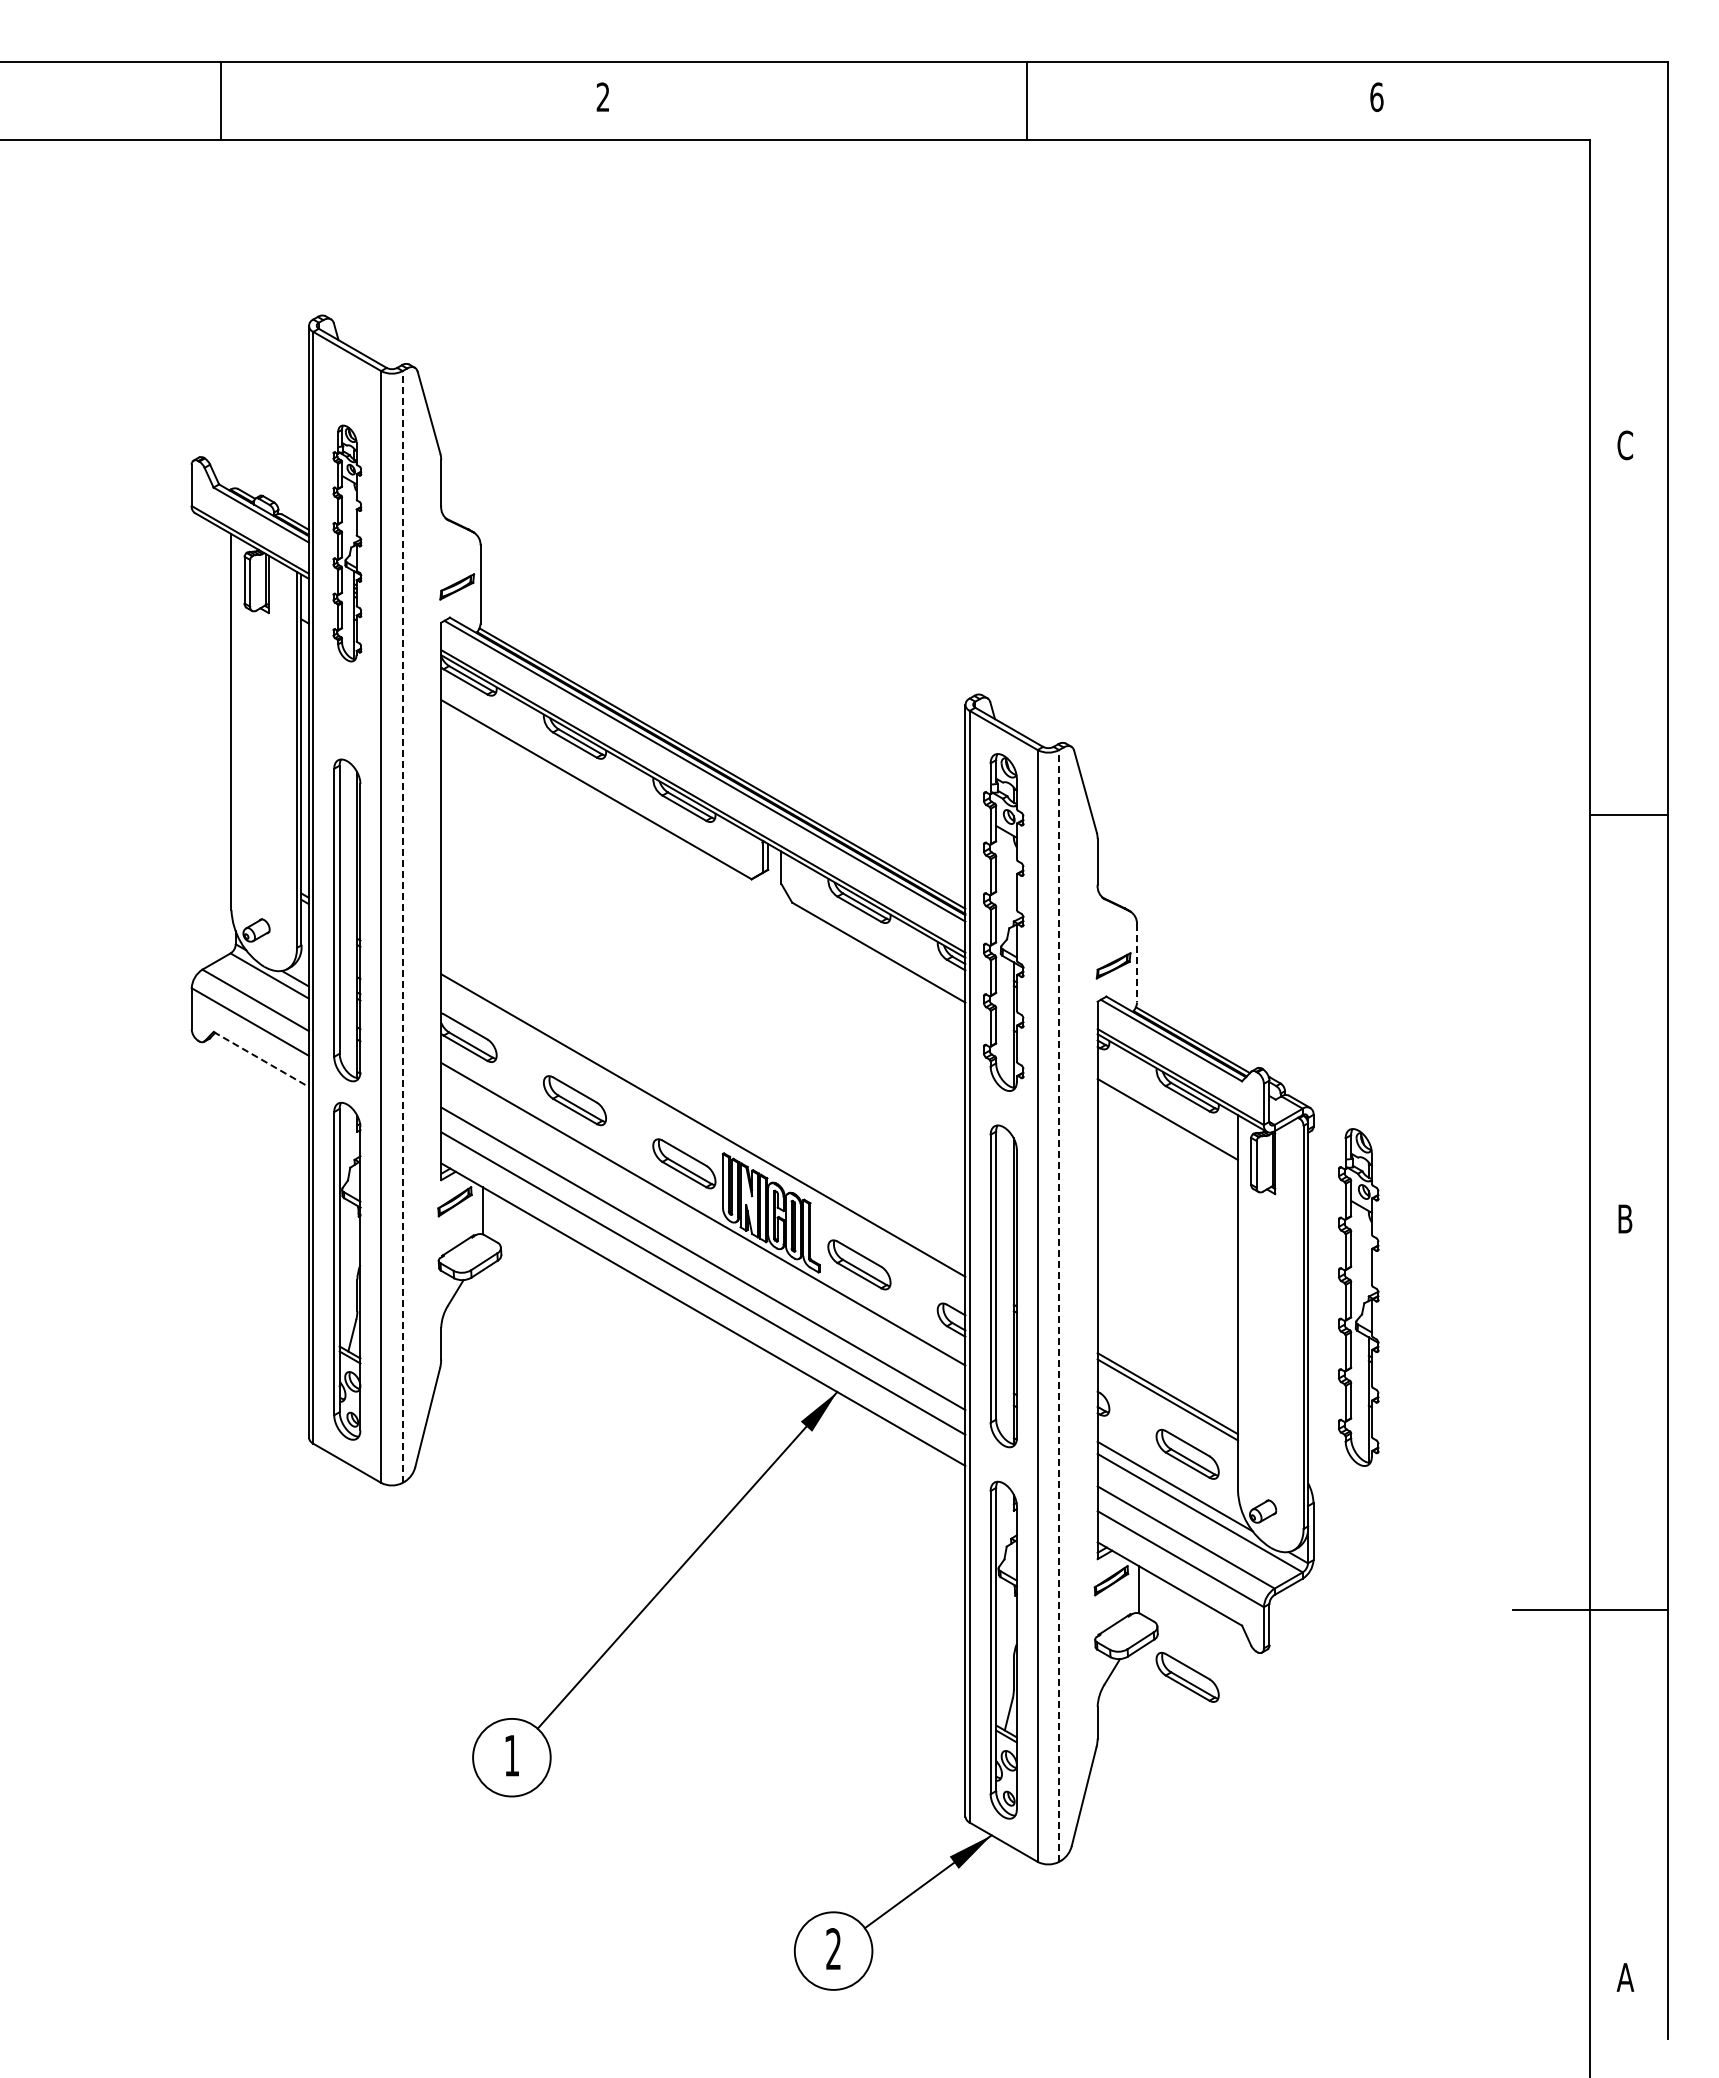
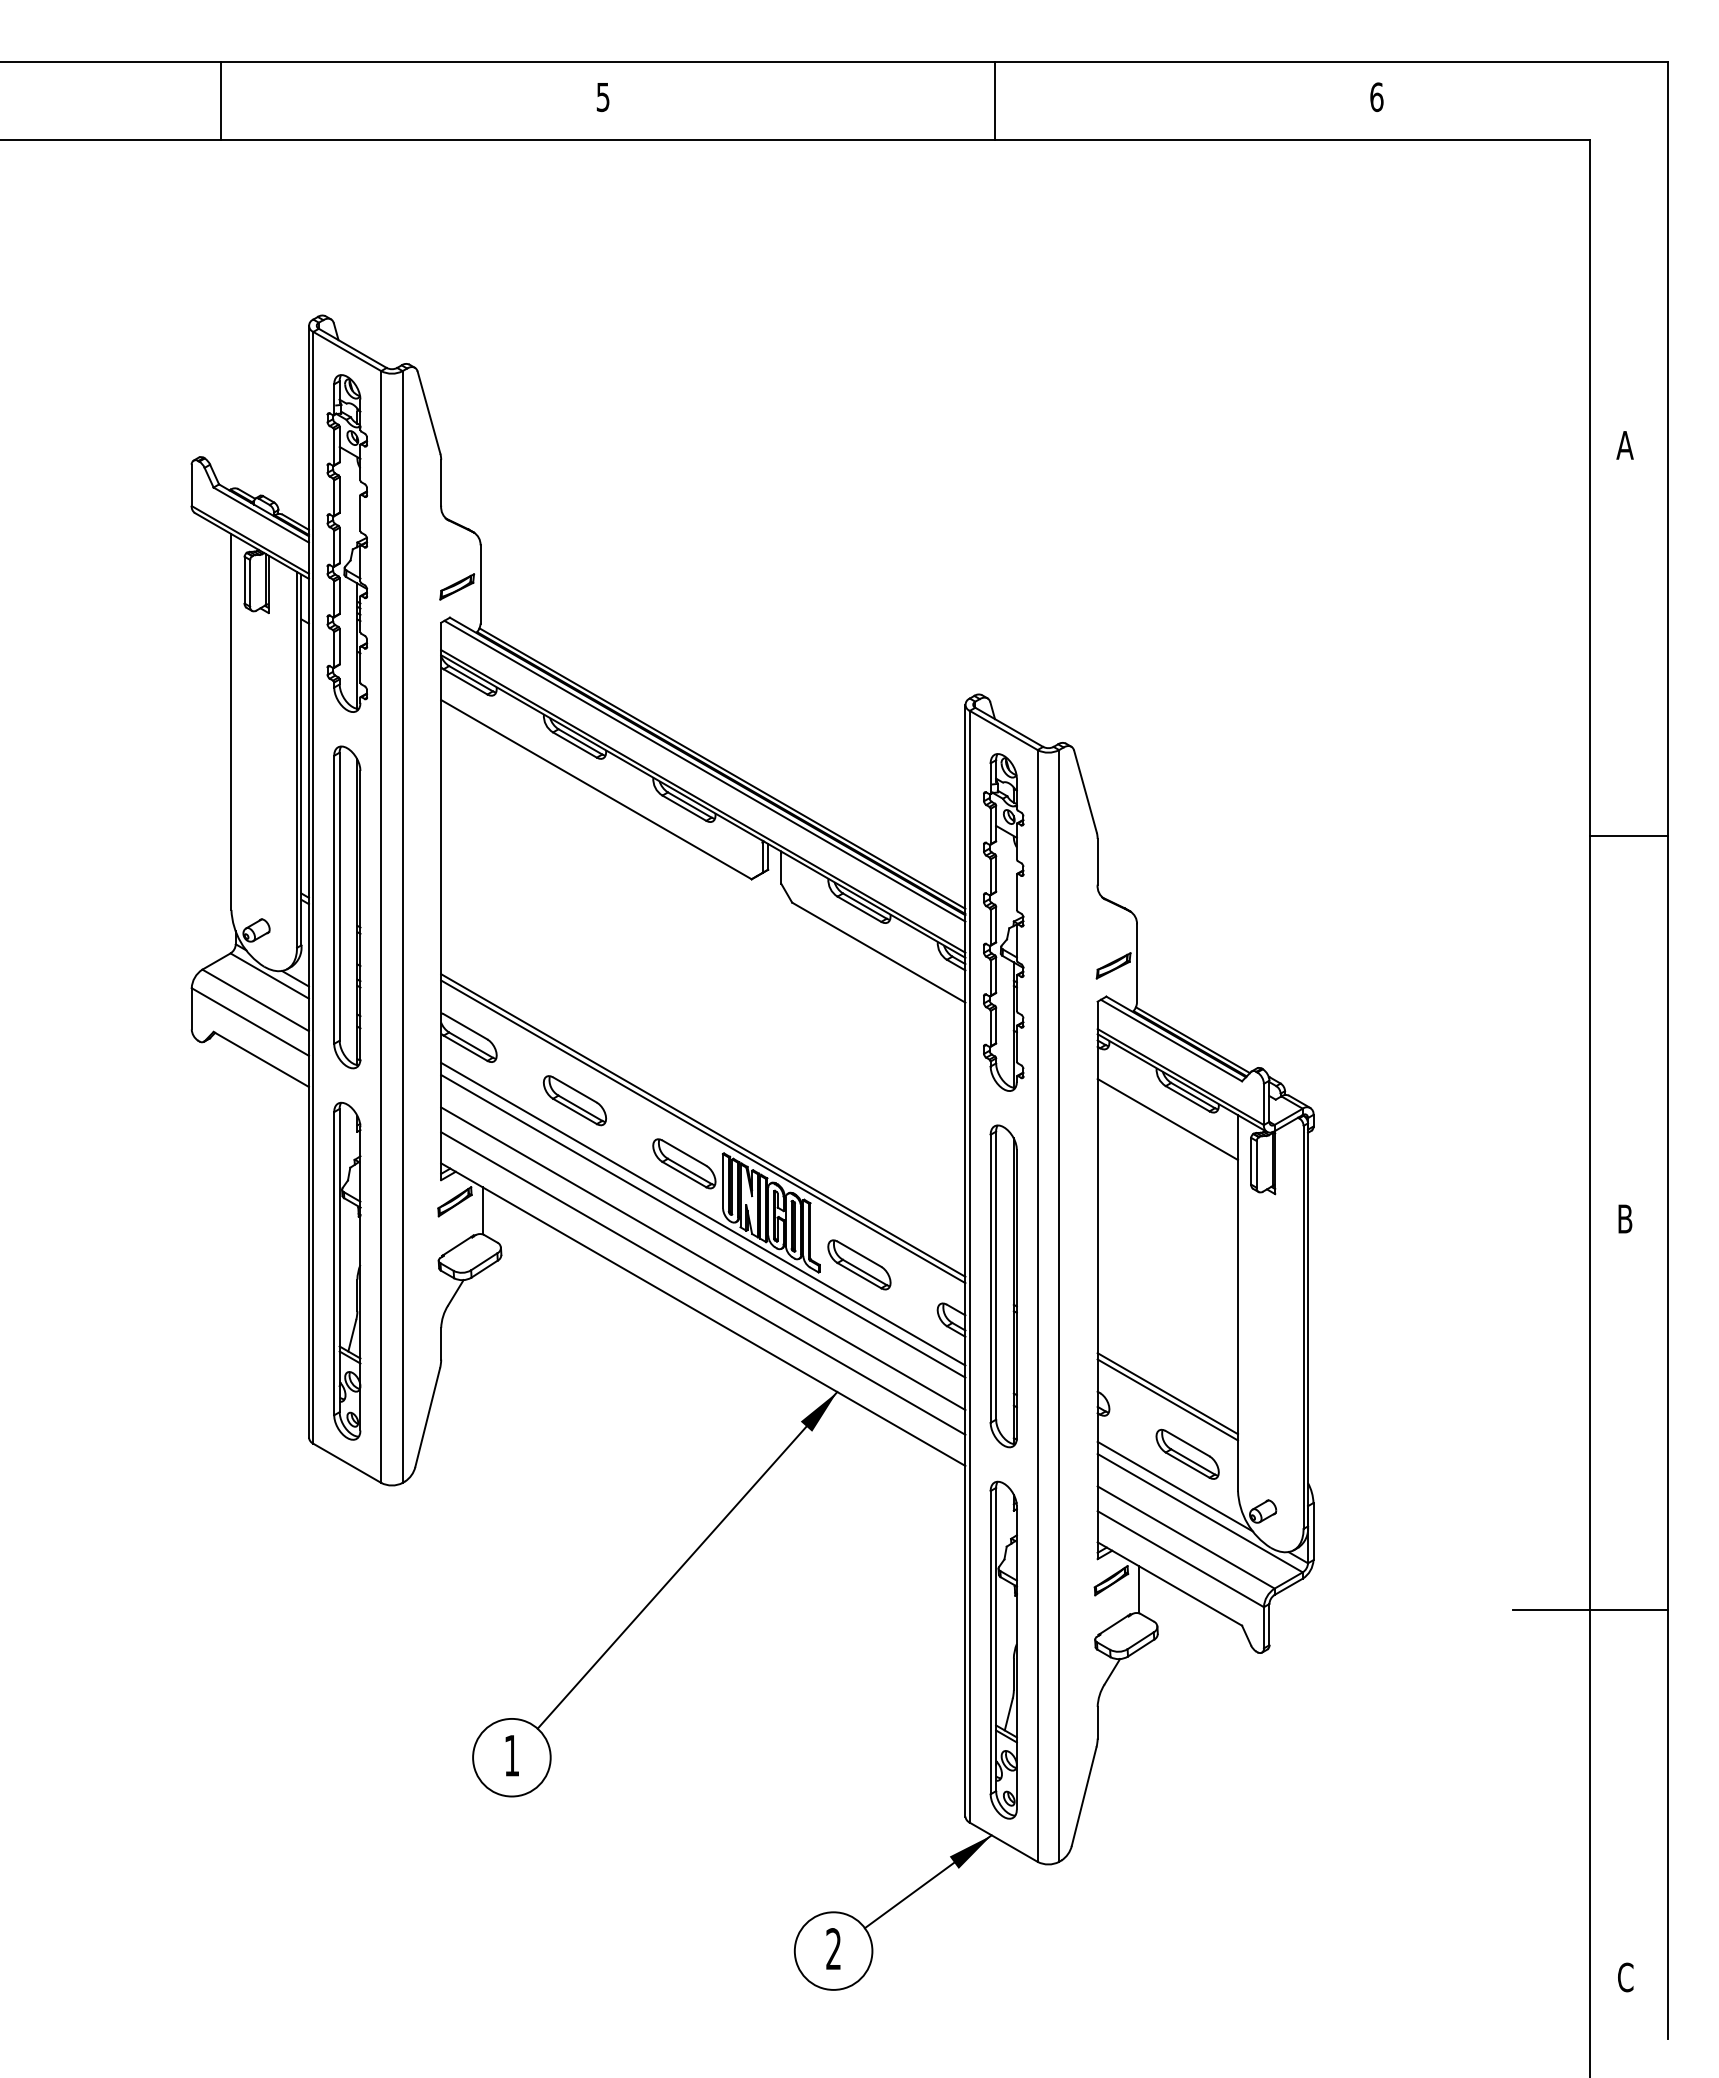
text at (602, 97): 2 -> 5
line at (1026, 100) position: (1026, 100) -> (994, 100)
text at (1624, 445): C -> A
part at (347, 543) size: 31x239 px -> 43x339 px
line at (1628, 814) position: (1628, 814) -> (1628, 835)
part at (347, 920) position: (347, 920) -> (347, 907)
line at (402, 927): dashed -> solid
line at (1137, 963): dashed -> solid
line at (261, 1059): dashed -> solid
line at (703, 1131): none -> present
line at (703, 1226): none -> present
part at (1358, 1297): present -> none
line at (1059, 1305): dashed -> solid
part at (1187, 1676): present -> none
text at (1625, 1977): A -> C
